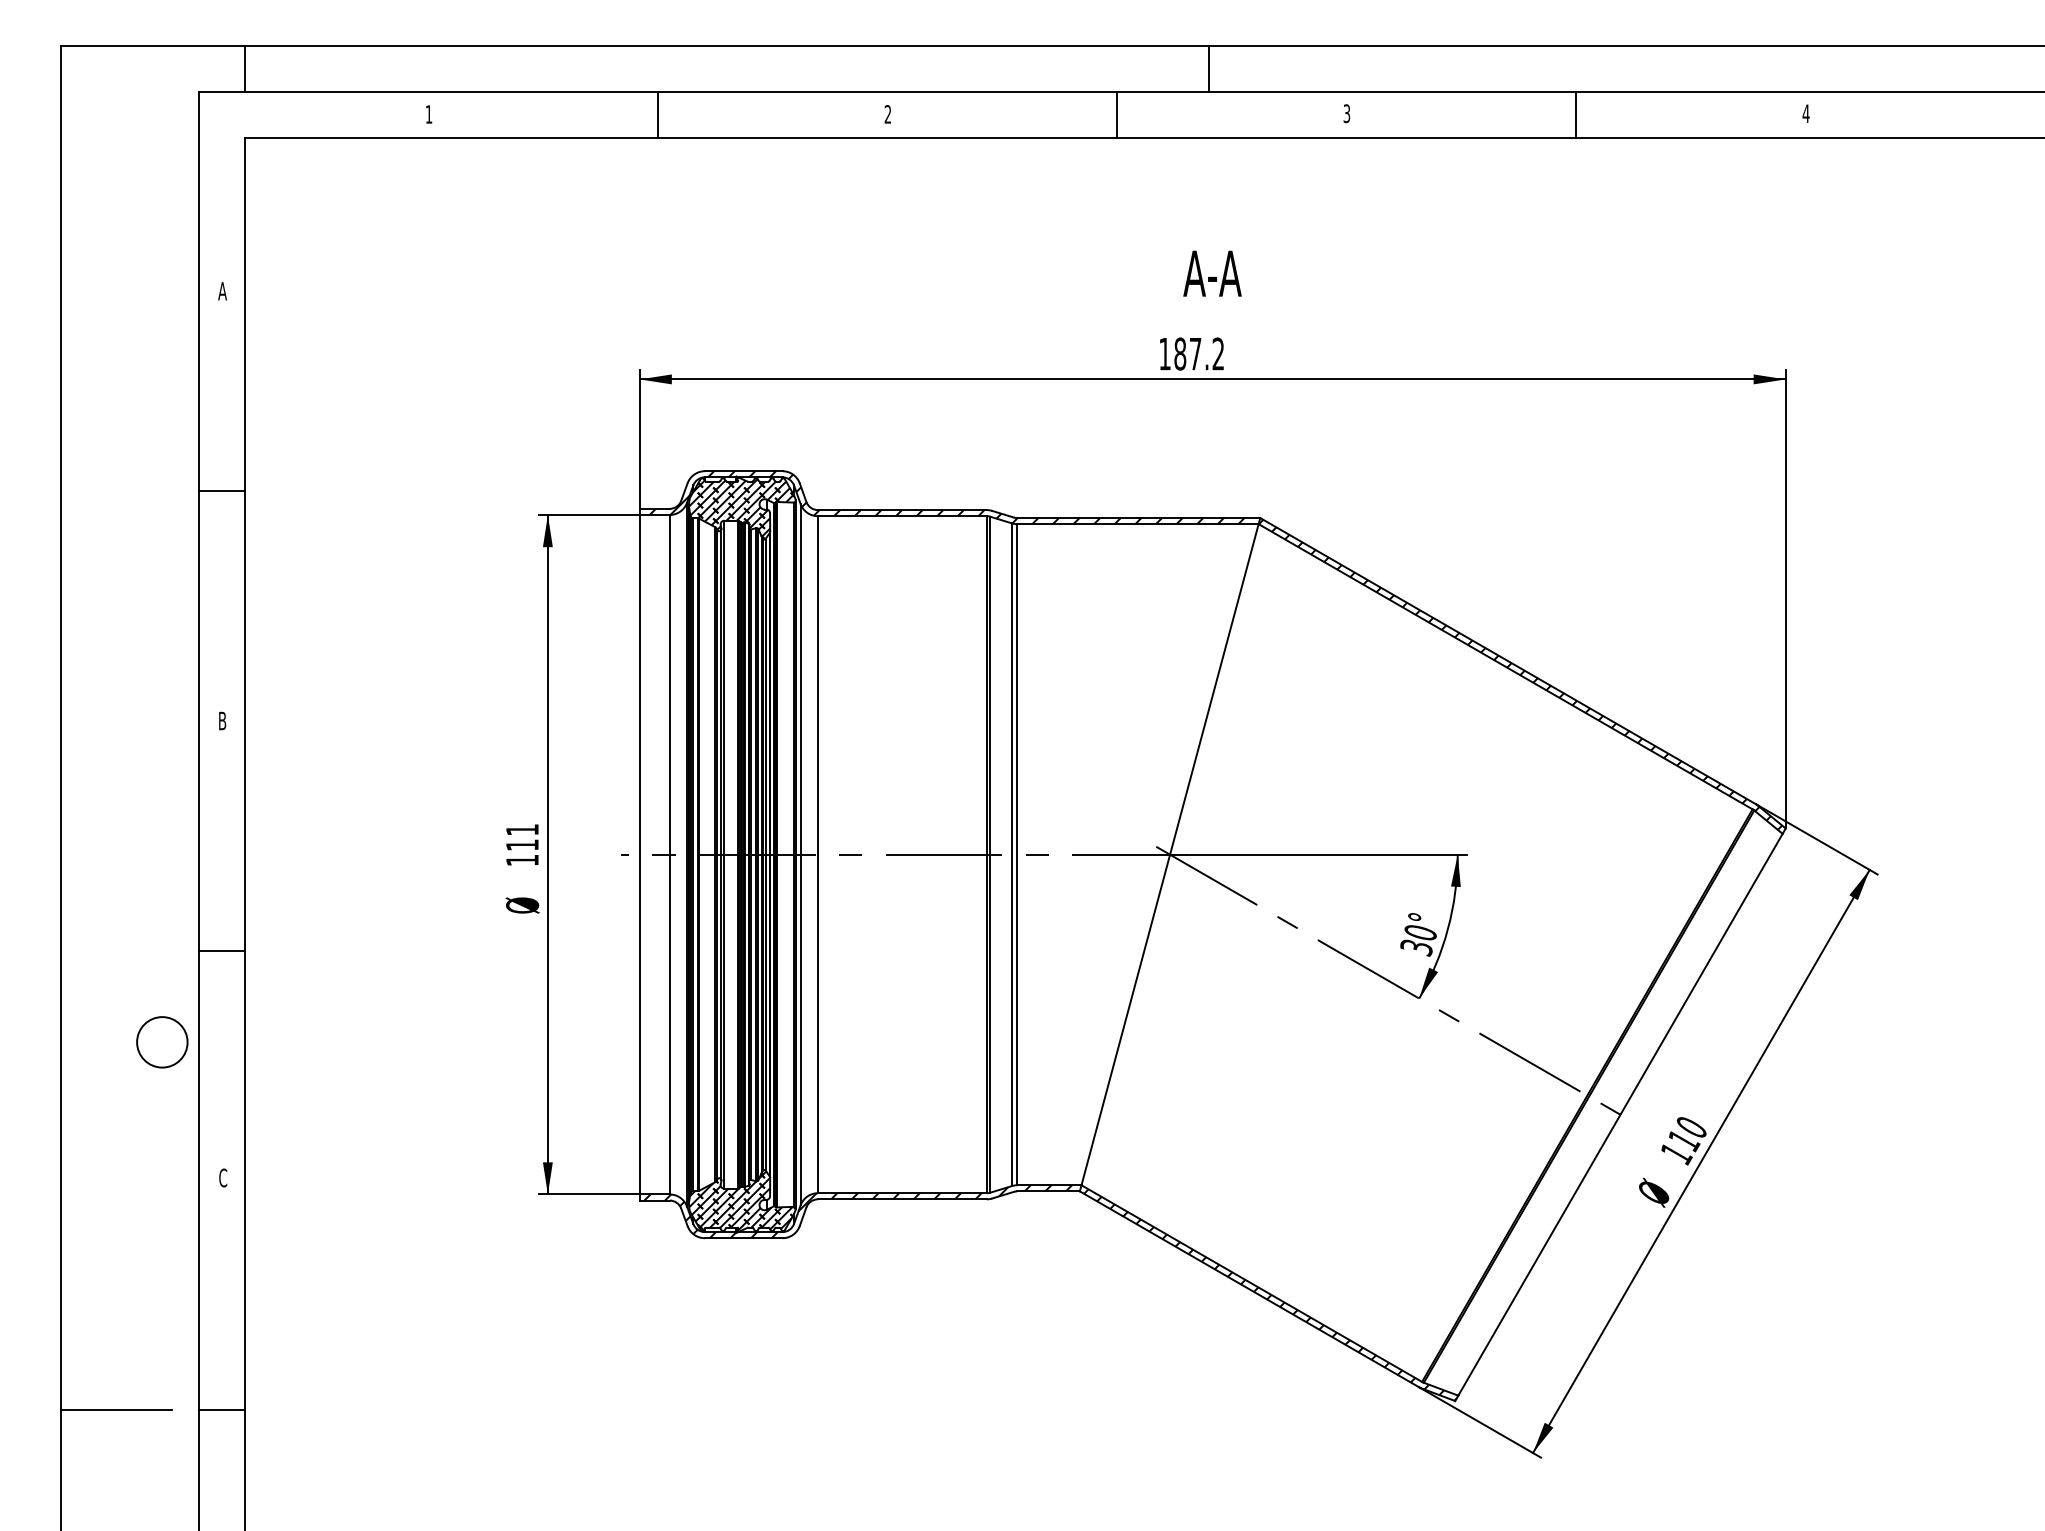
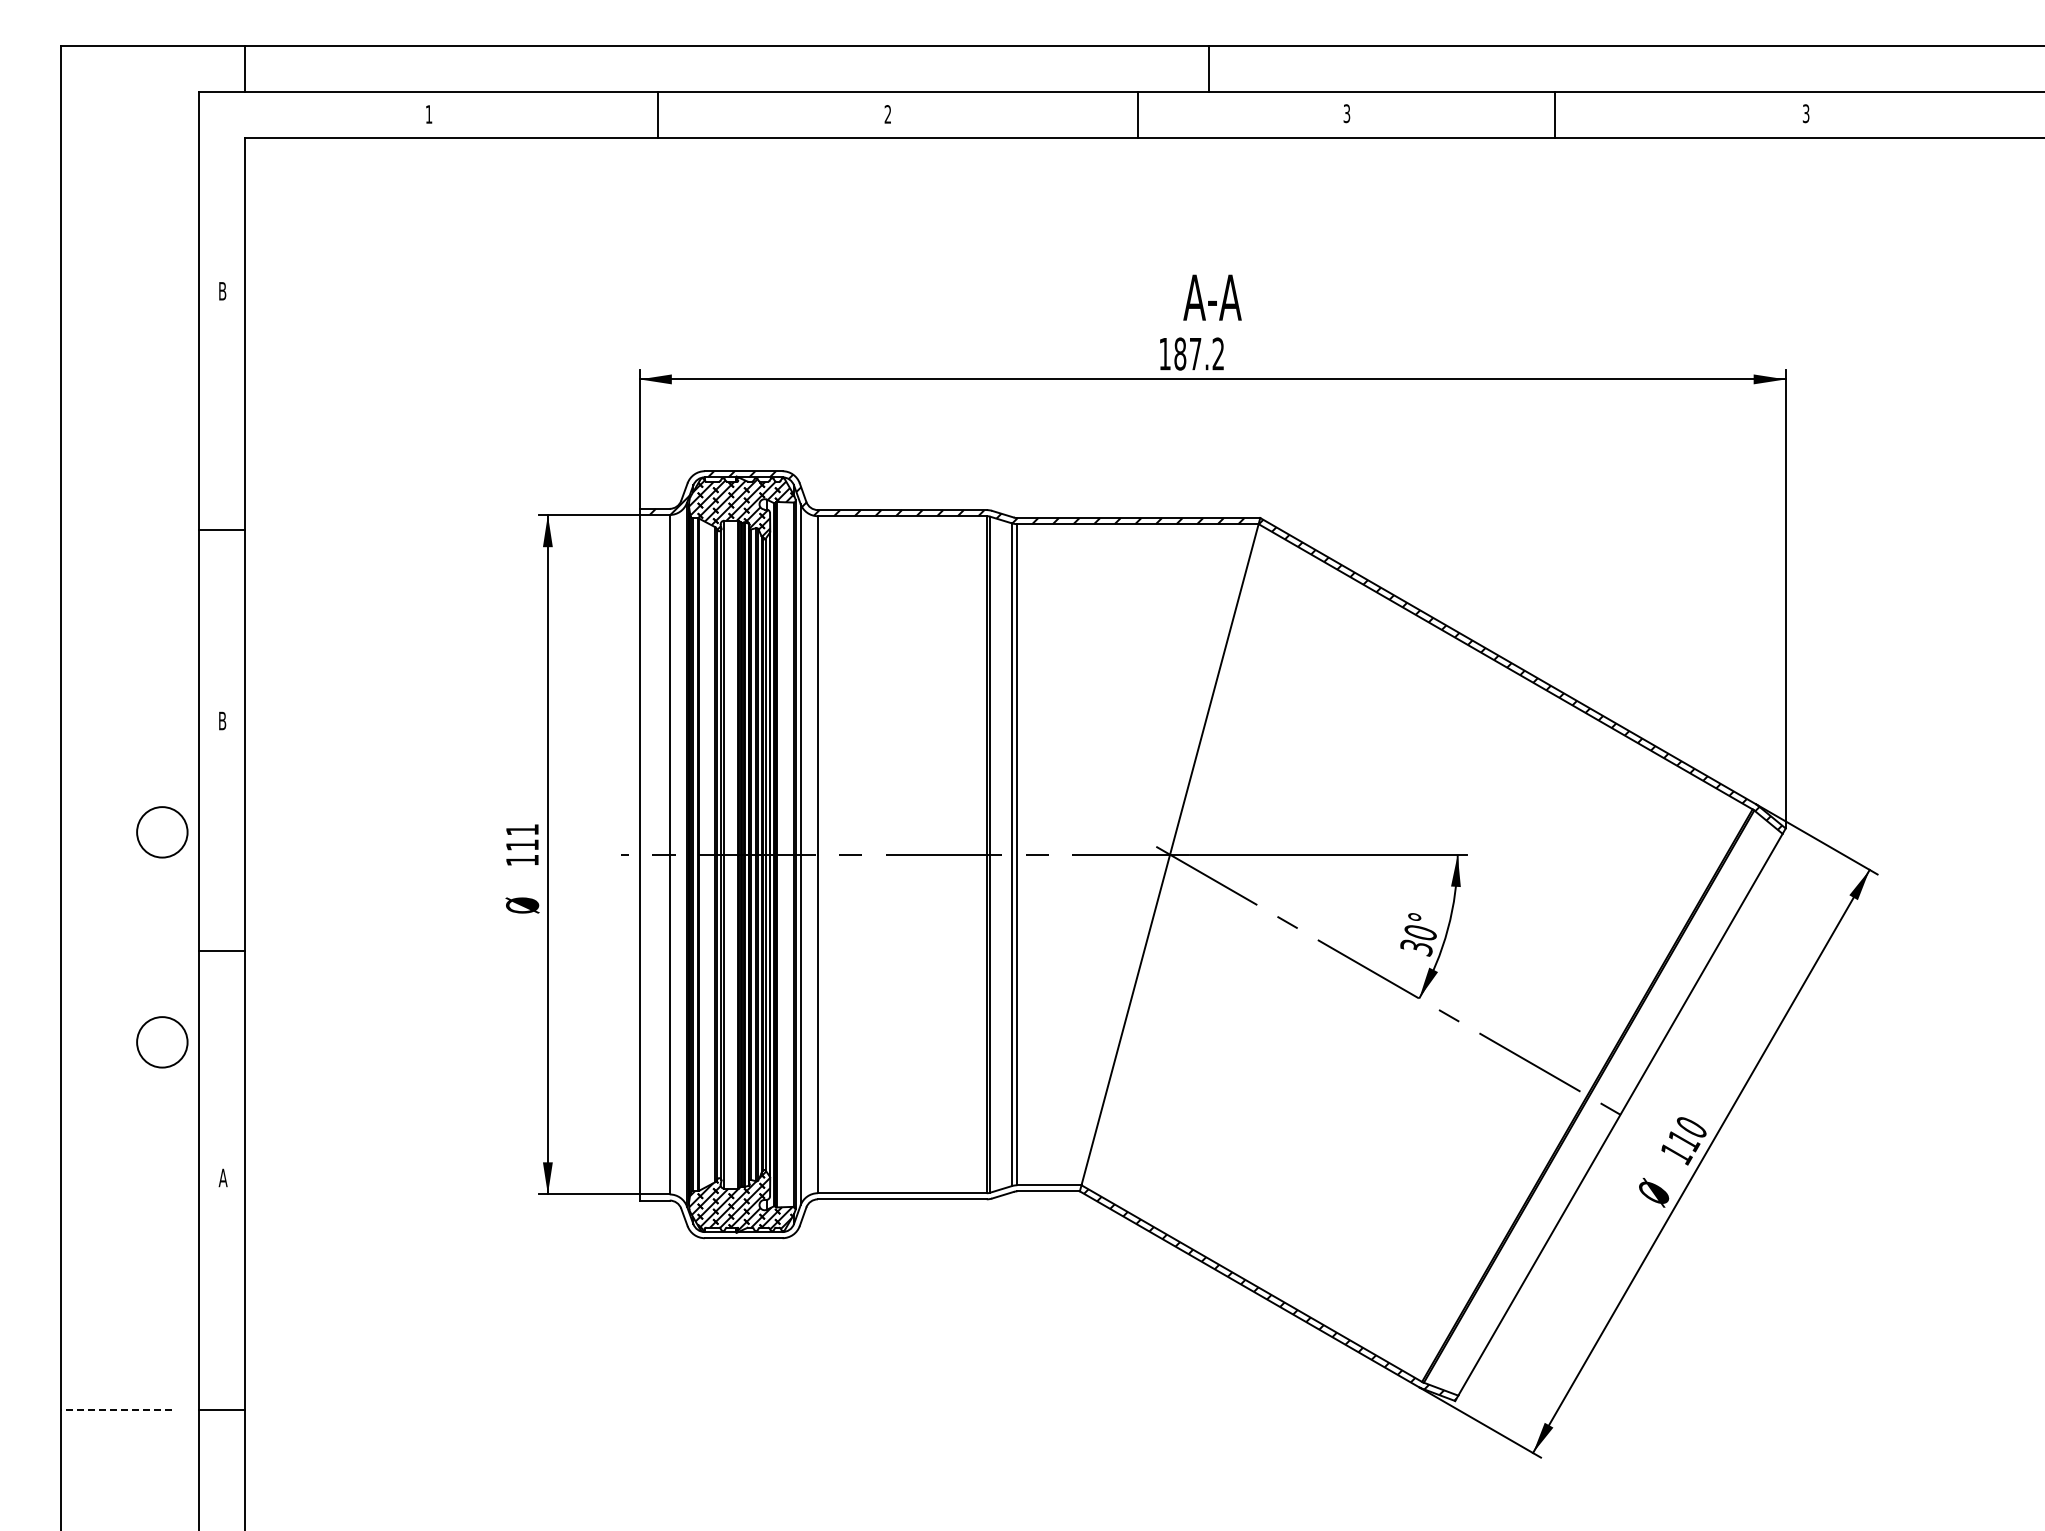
text at (1805, 113): 4 -> 3
line at (1117, 114) position: (1117, 114) -> (1138, 114)
line at (1576, 114) position: (1576, 114) -> (1555, 114)
text at (1212, 273) position: (1212, 273) -> (1212, 297)
text at (222, 291): A -> B
line at (221, 491) position: (221, 491) -> (221, 530)
circle at (162, 832): none -> present
text at (222, 1177): C -> A
hatch at (858, 1211): present -> none
line at (115, 1409): solid -> dashed
